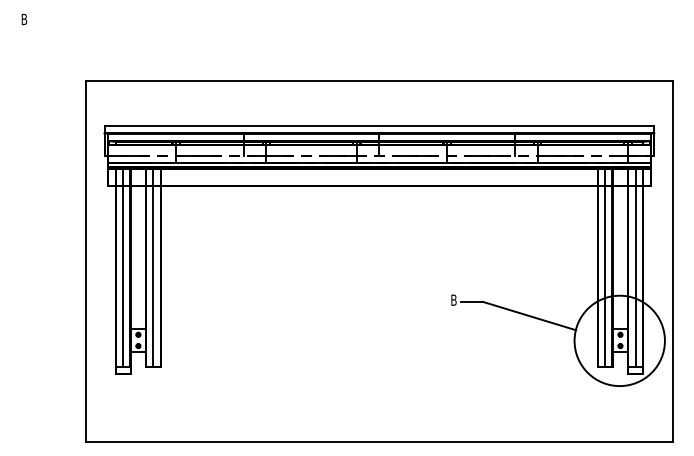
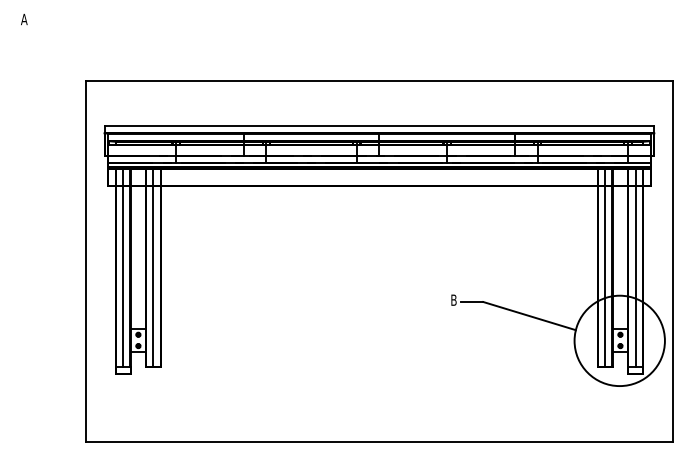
text at (24, 19): B -> A
line at (378, 155): dashed -> solid
